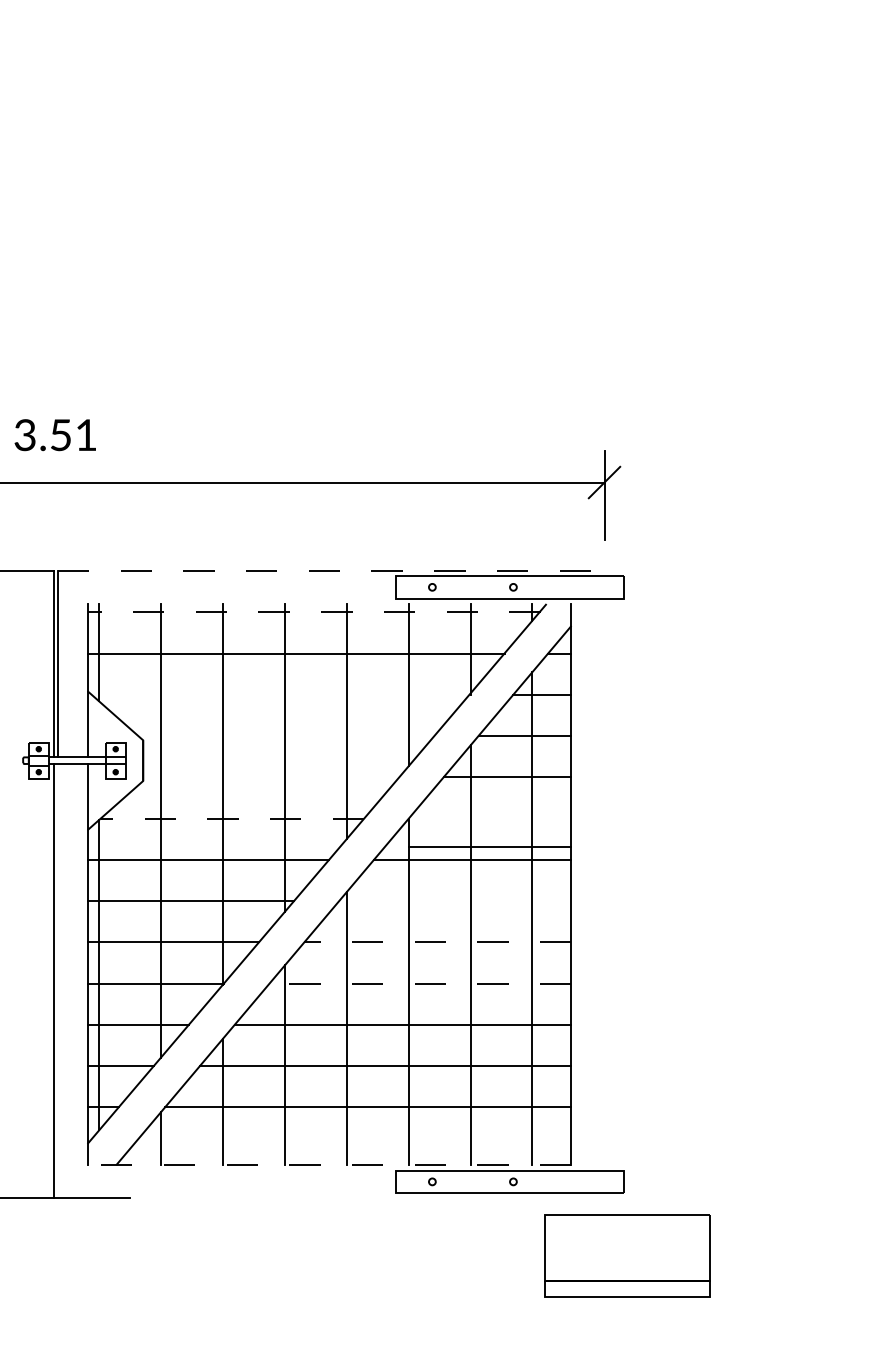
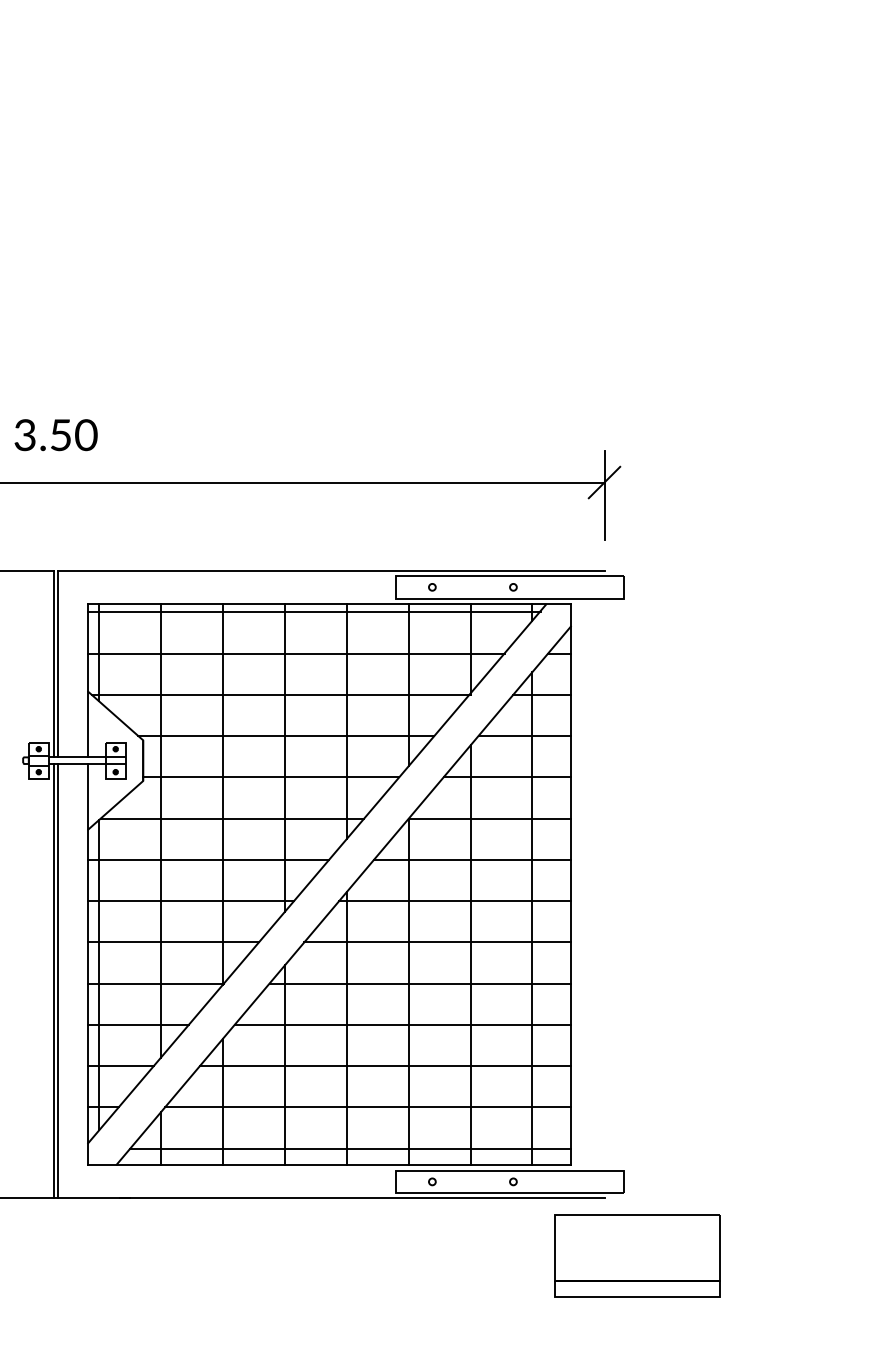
text at (86, 435): 3.51 -> 3.50
line at (331, 571): dashed -> solid
line at (329, 604): none -> present
line at (314, 612): dashed -> solid
line at (280, 694): none -> present
line at (286, 736): none -> present
line at (271, 777): none -> present
line at (232, 818): dashed -> solid
line at (489, 846) position: (489, 846) -> (489, 818)
line at (455, 901): none -> present
line at (437, 942): dashed -> solid
line at (57, 980): none -> present
line at (420, 983): dashed -> solid
line at (350, 1148): none -> present
line at (329, 1165): dashed -> solid
line at (362, 1198): none -> present
part at (627, 1255) position: (627, 1255) -> (637, 1255)
